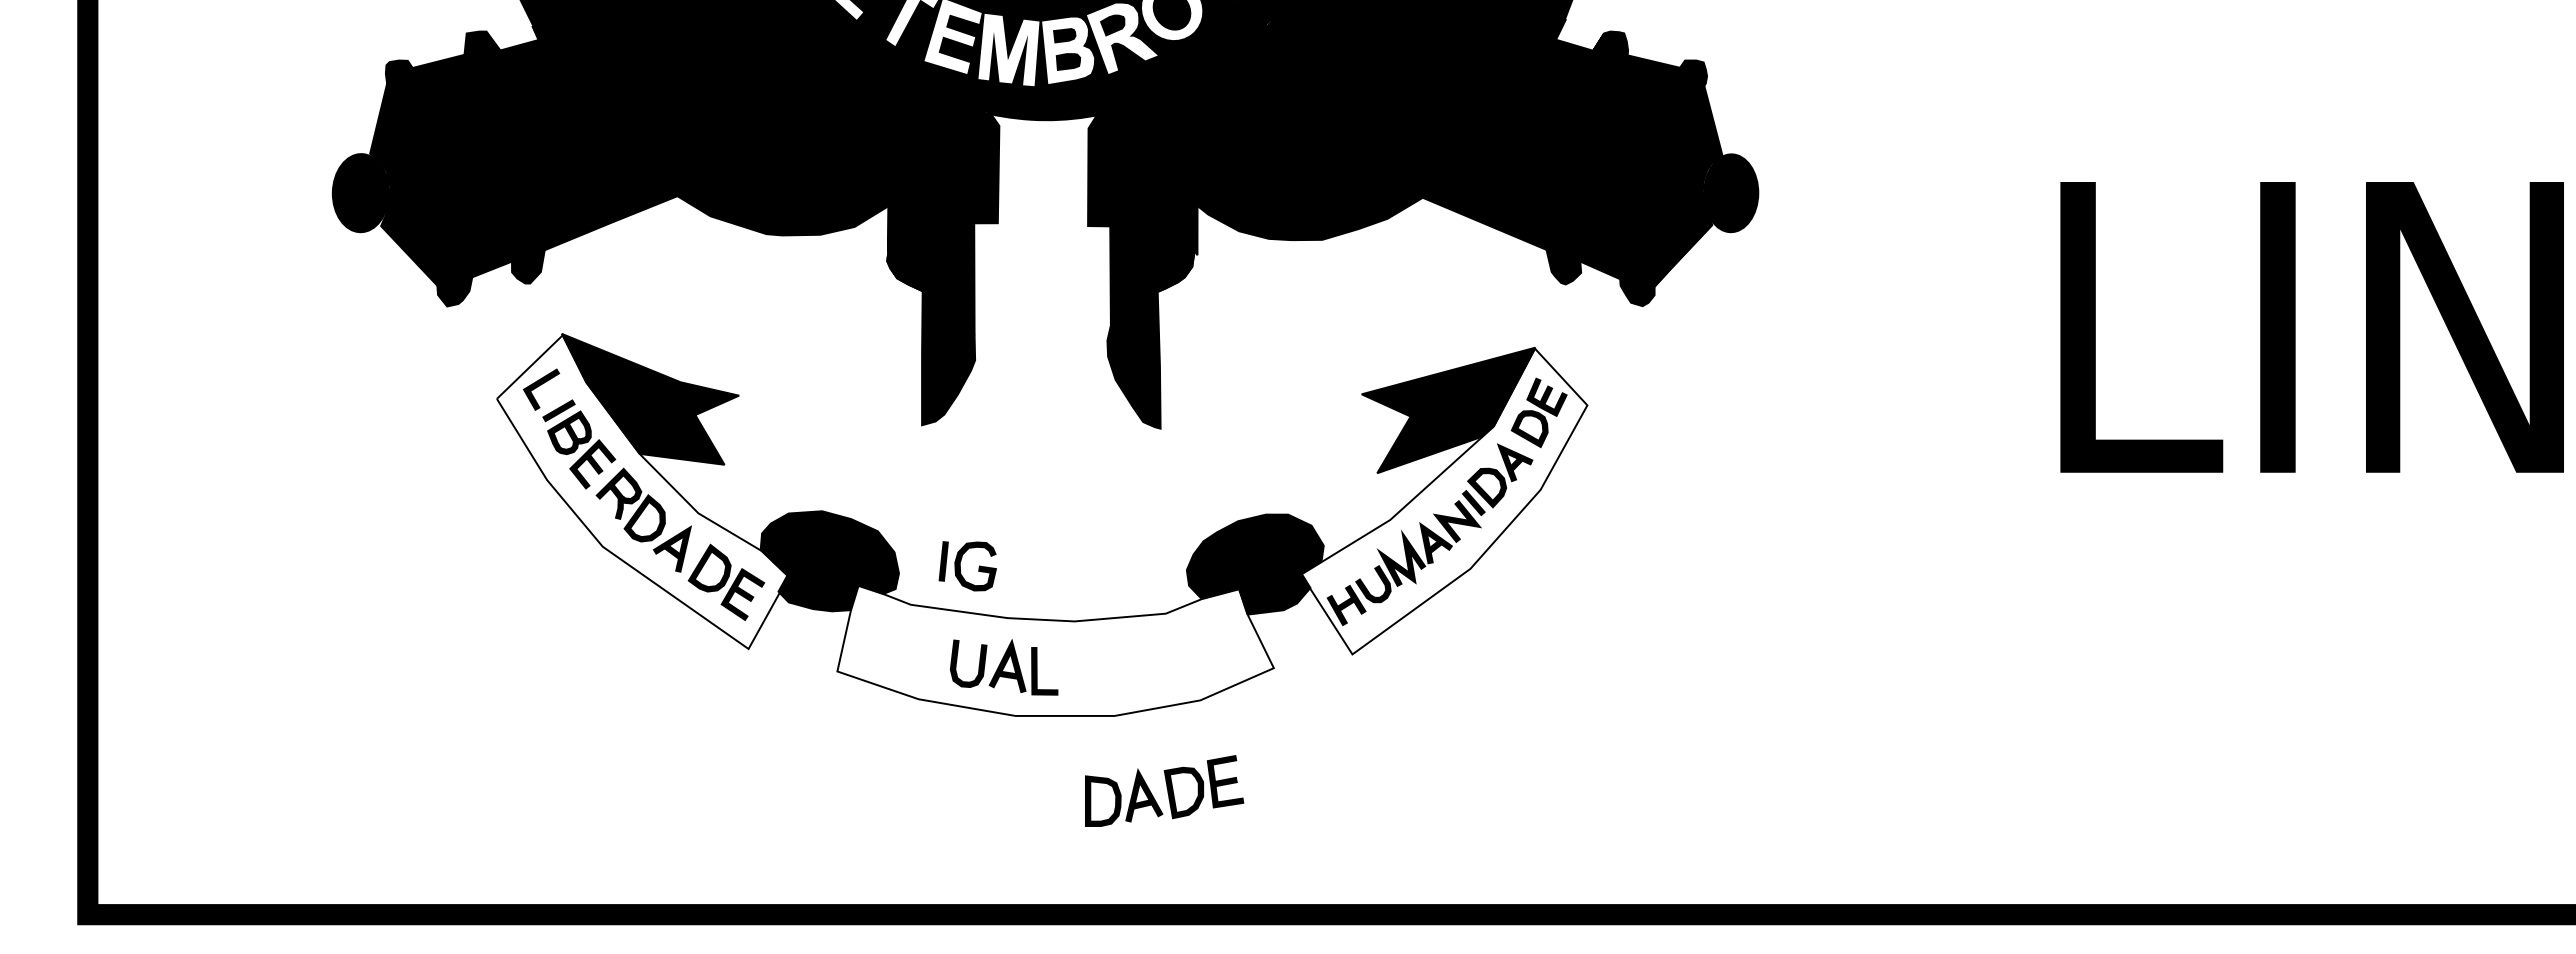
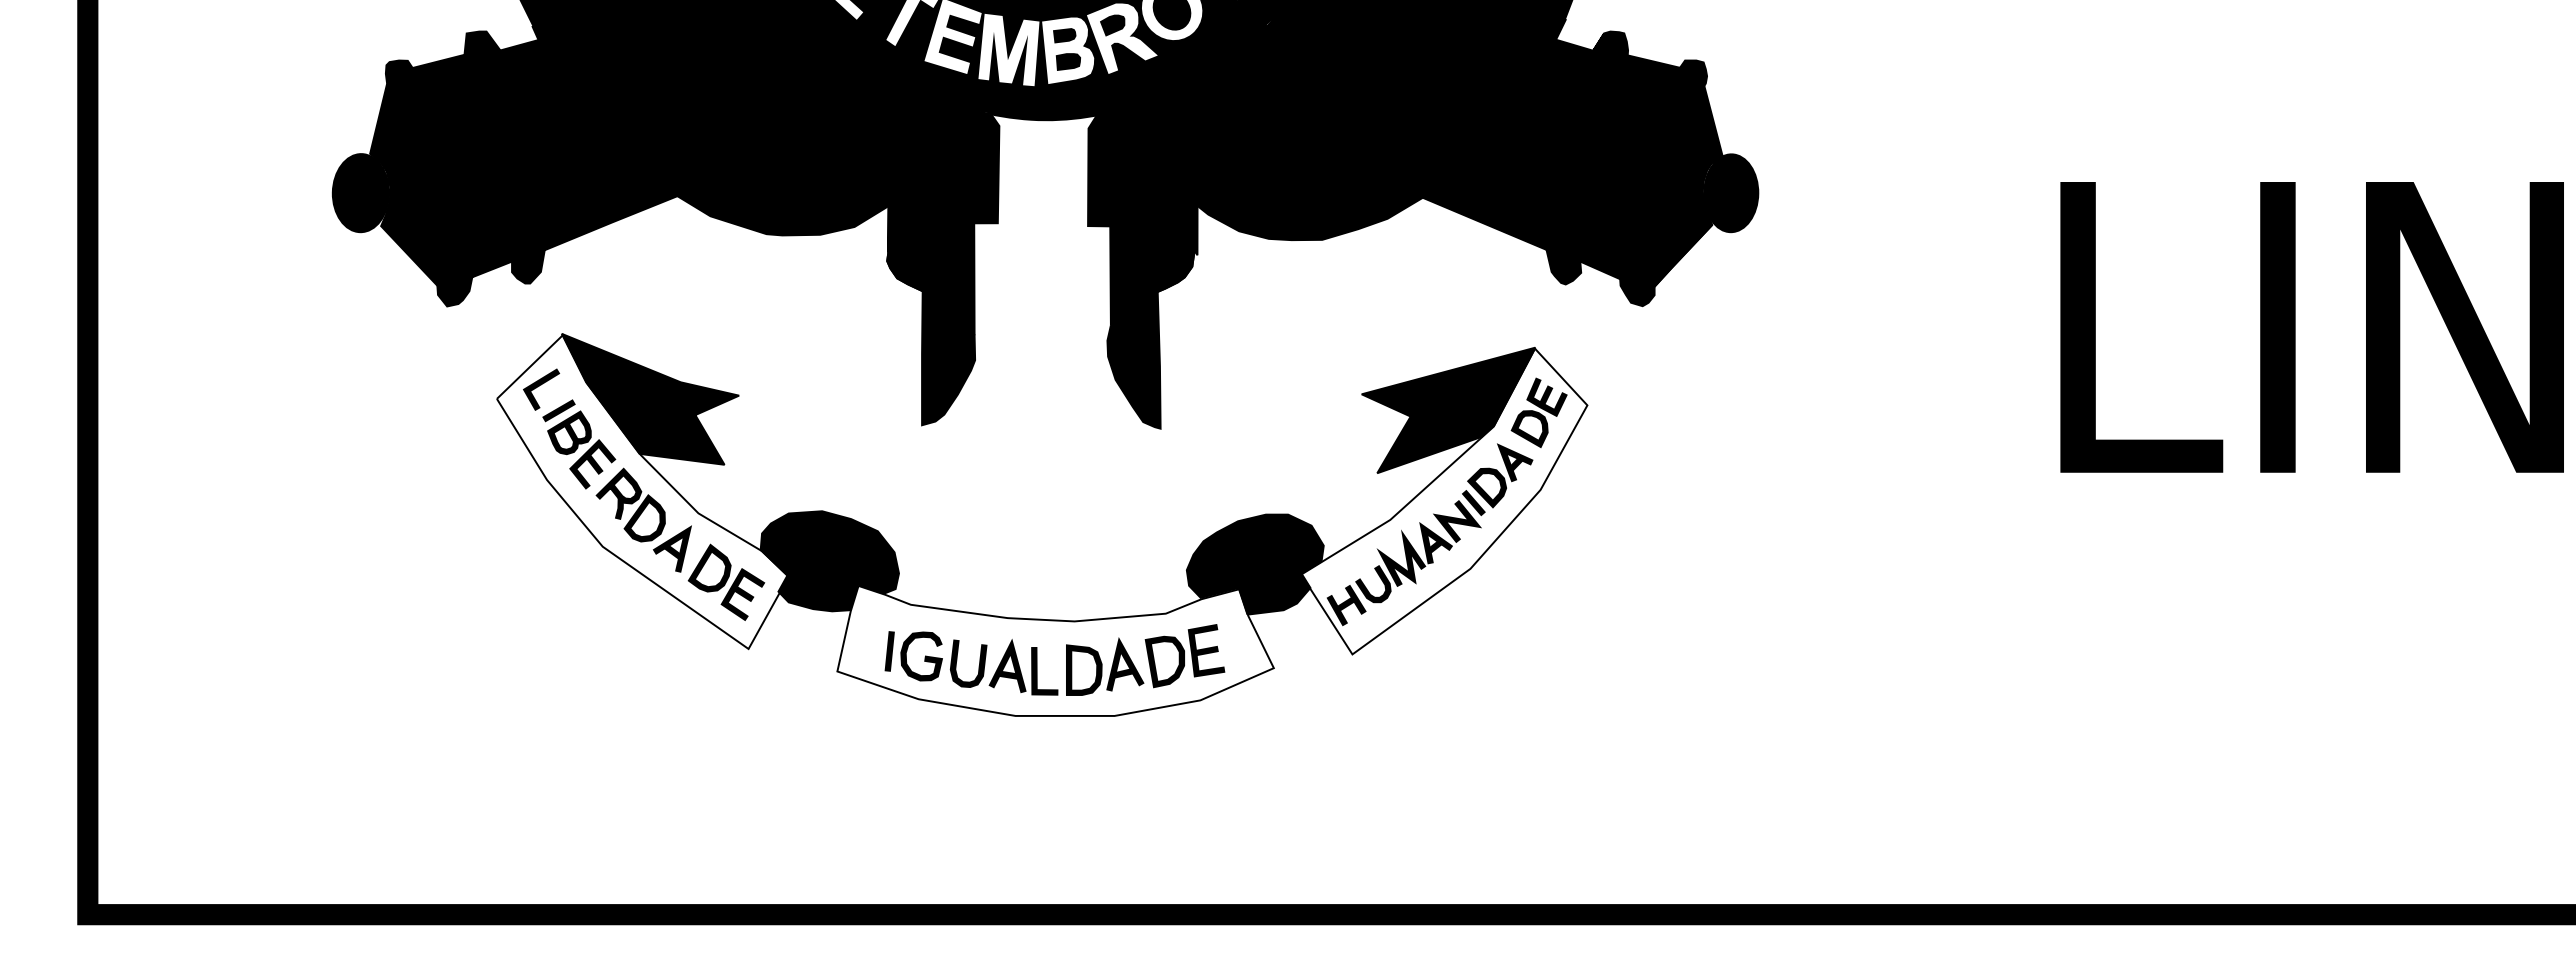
part at (960, 566) position: (960, 566) -> (906, 656)
part at (1164, 790) position: (1164, 790) -> (1145, 659)
